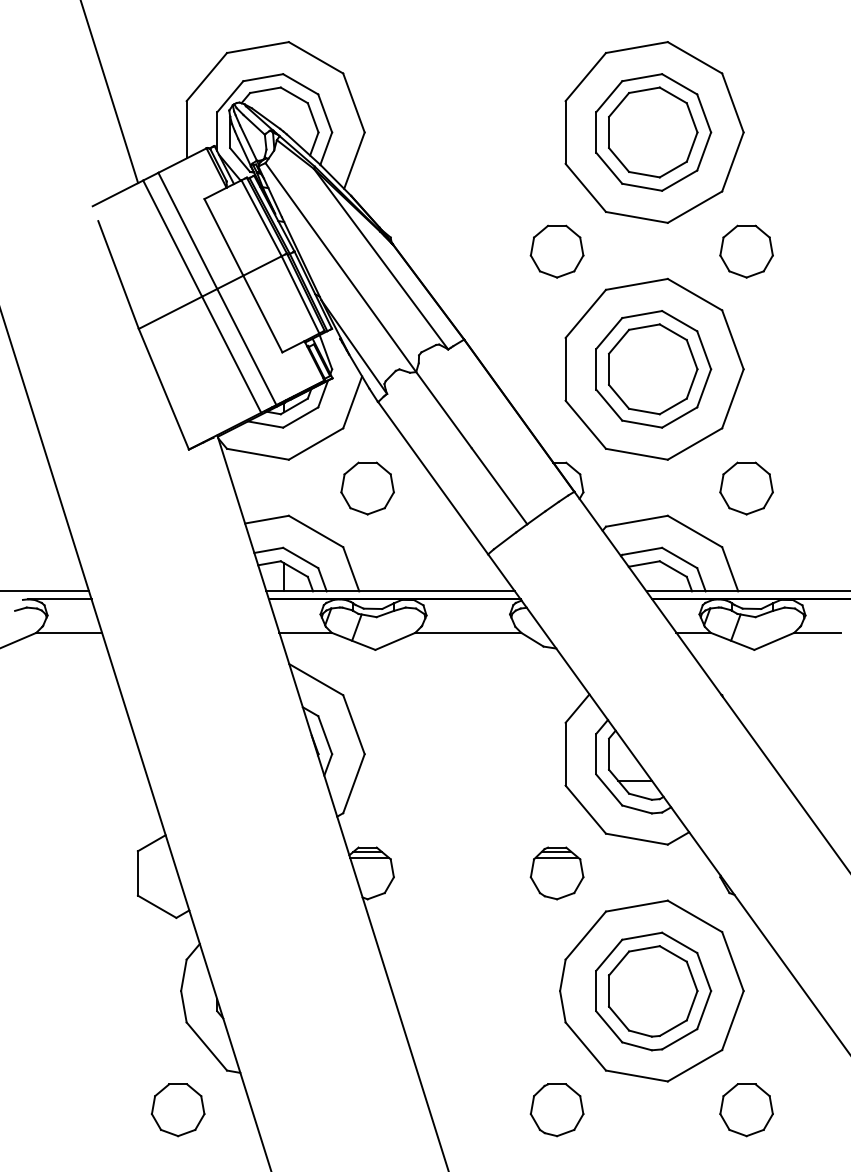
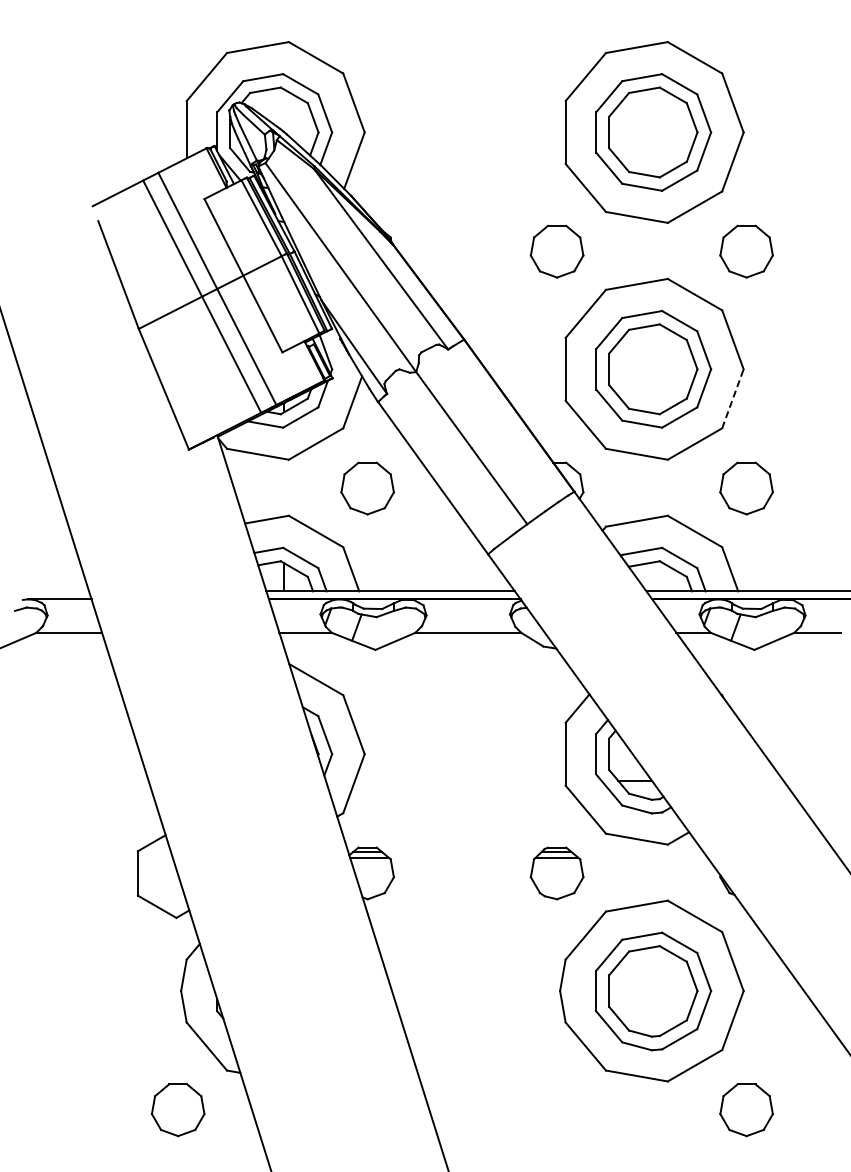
line at (109, 92): present -> none
line at (733, 398): solid -> dashed
line at (45, 591): present -> none
part at (556, 1110): present -> none
